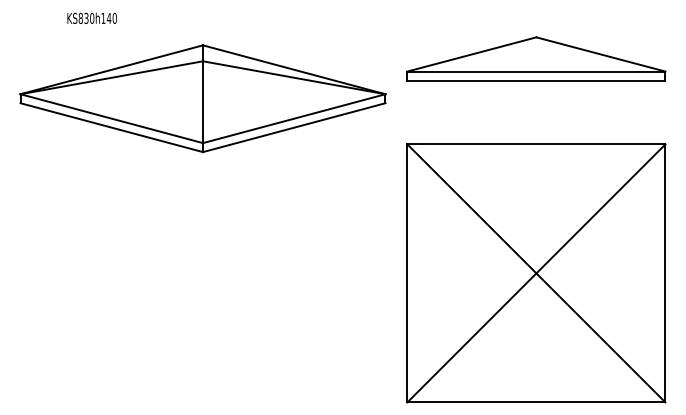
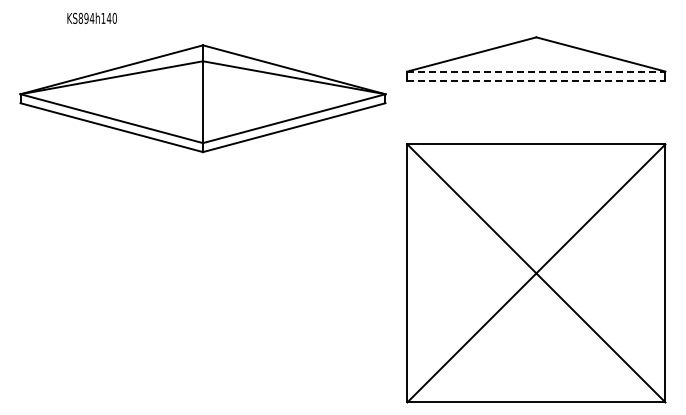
text at (89, 17): KS830h140 -> KS894h140
line at (536, 71): solid -> dashed
line at (536, 80): solid -> dashed
